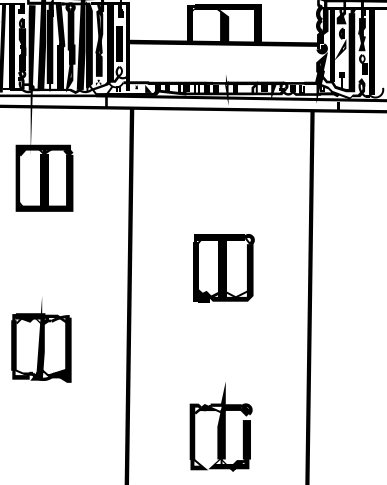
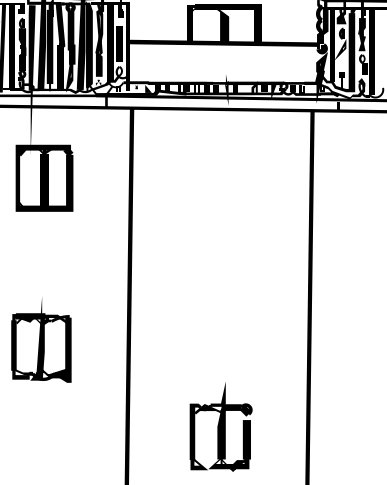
part at (223, 268): present -> none
